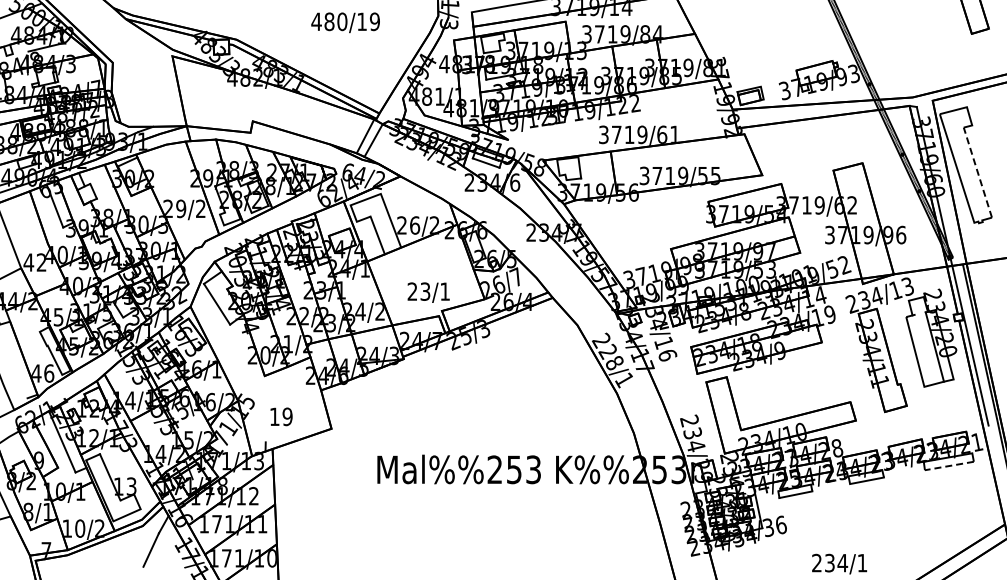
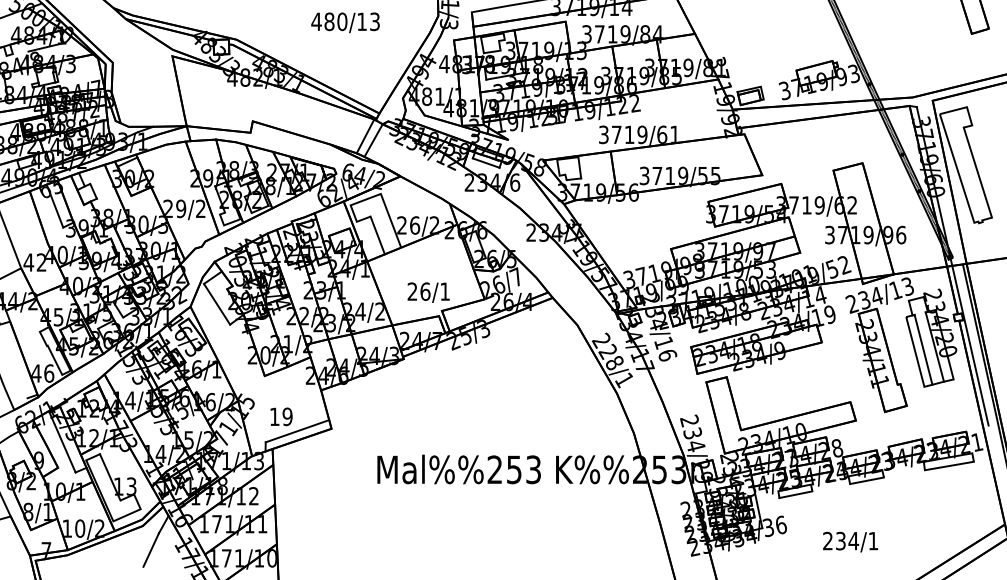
text at (374, 21): 480/19 -> 480/13
line at (977, 172): dashed -> solid
text at (425, 291): 23/1 -> 26/1
line at (923, 349): none -> present
line at (297, 431): none -> present
line at (949, 466): dashed -> solid
text at (839, 563) position: (839, 563) -> (850, 541)
